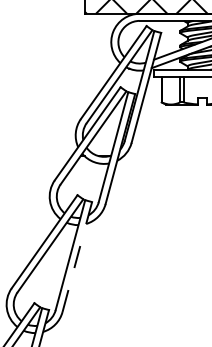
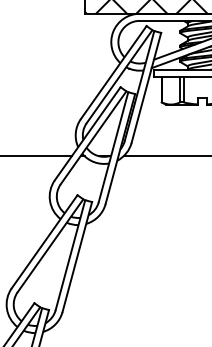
line at (36, 156): none -> present
line at (165, 156): none -> present
line at (77, 257): dashed -> solid
